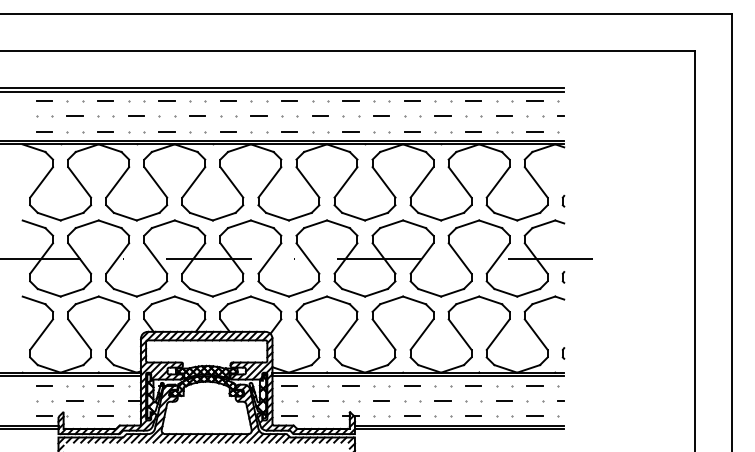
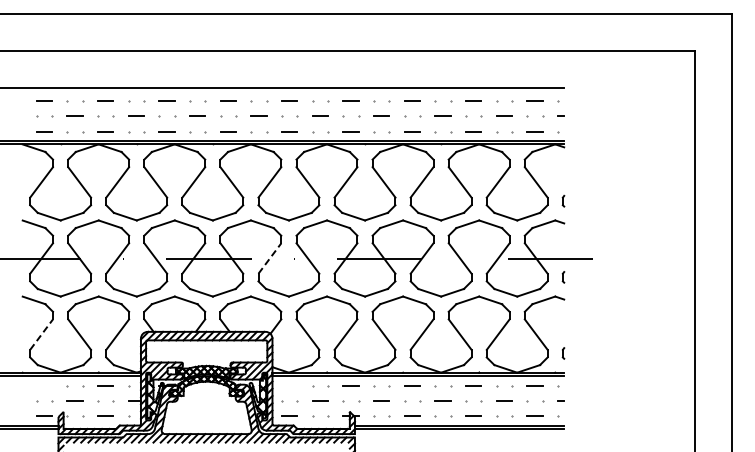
line at (283, 91): present -> none
line at (270, 258): solid -> dashed
line at (41, 334): solid -> dashed
line at (44, 385): present -> none
line at (289, 385): present -> none
